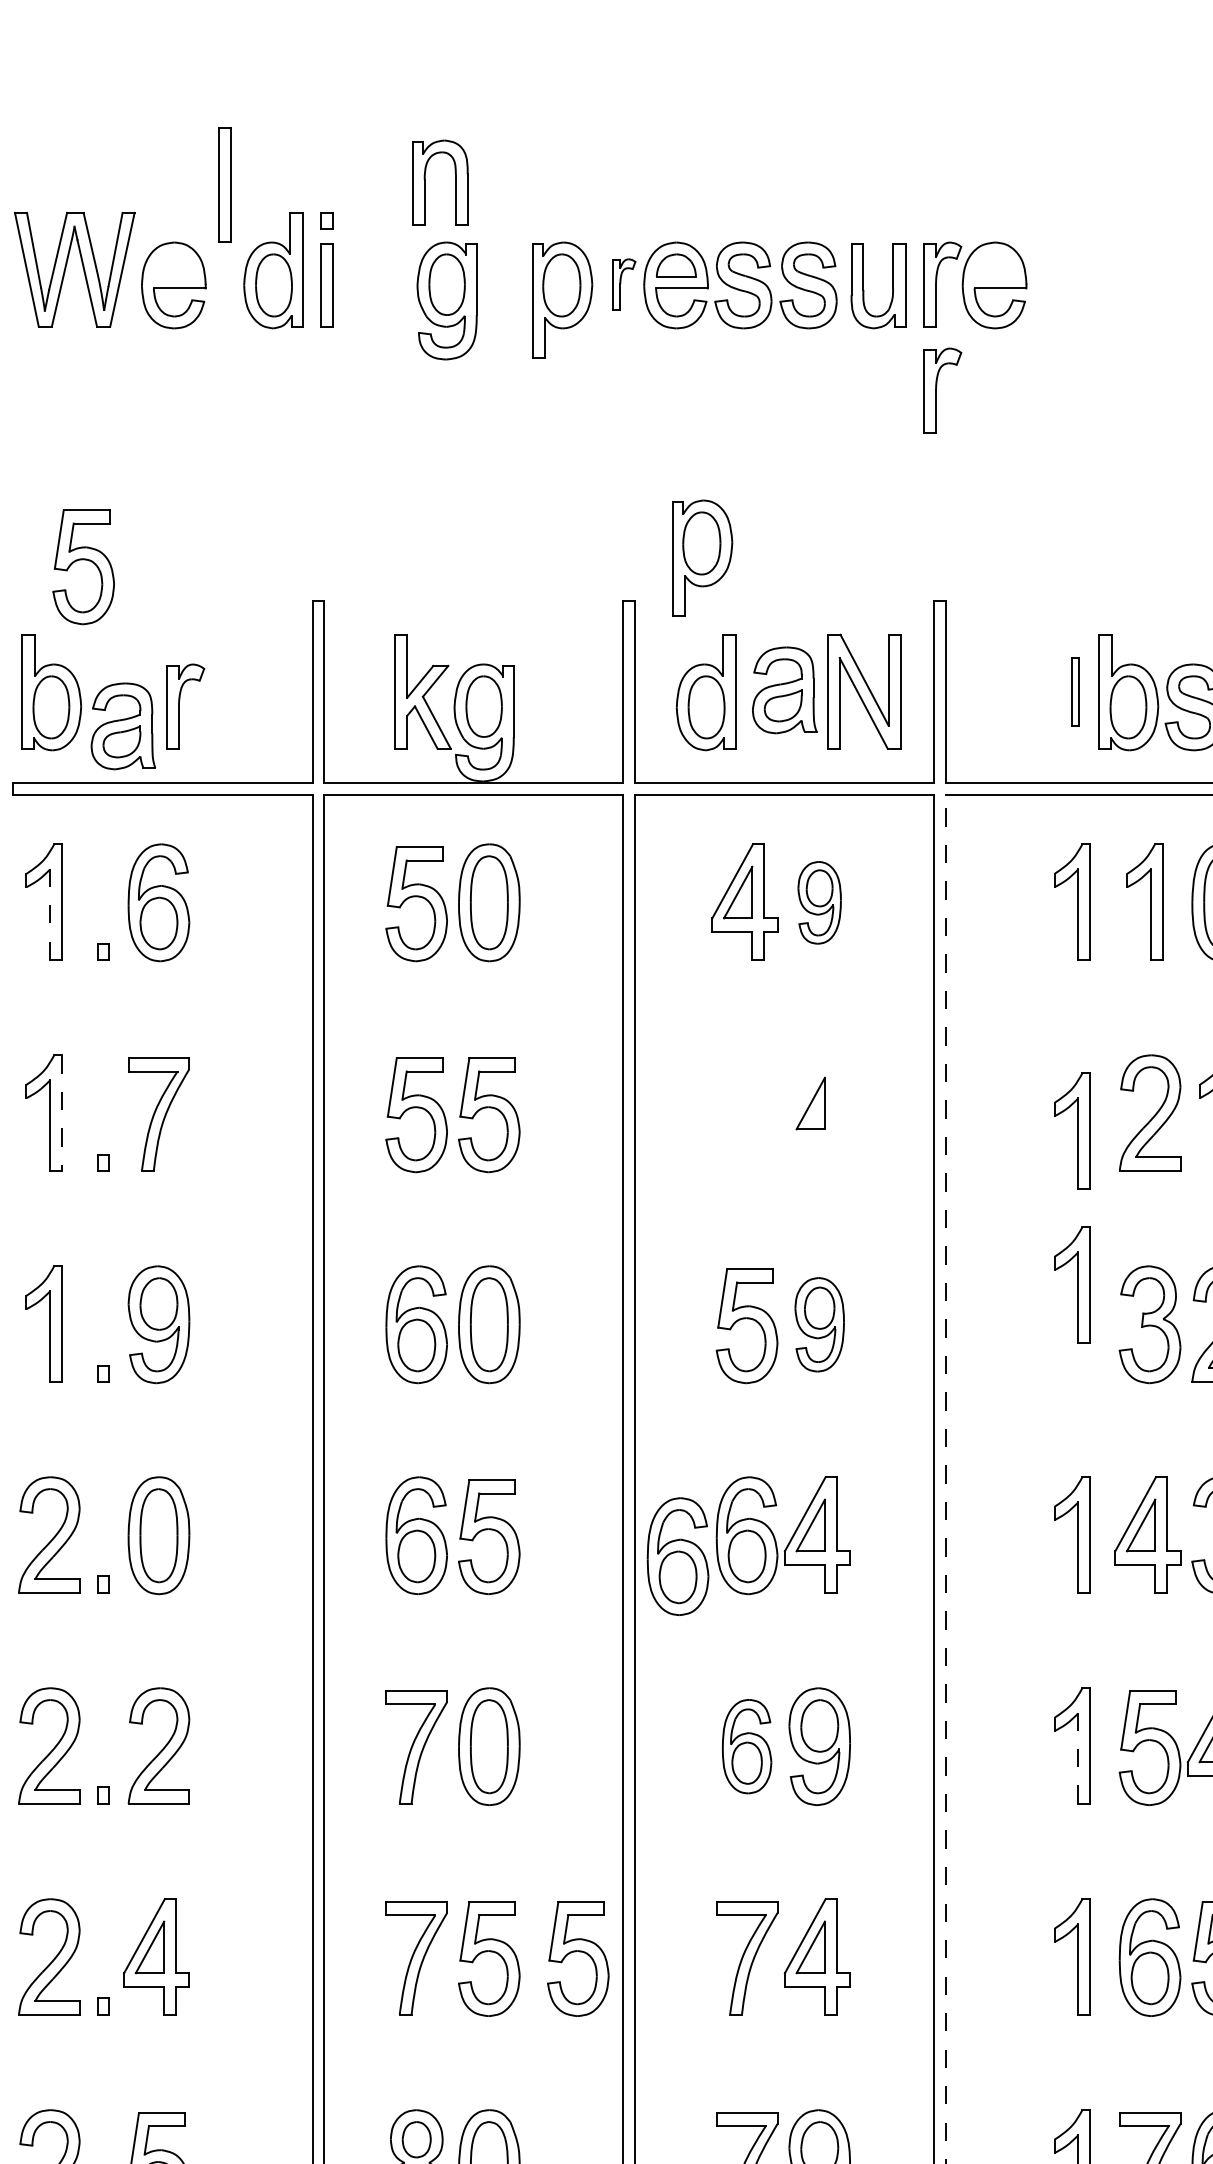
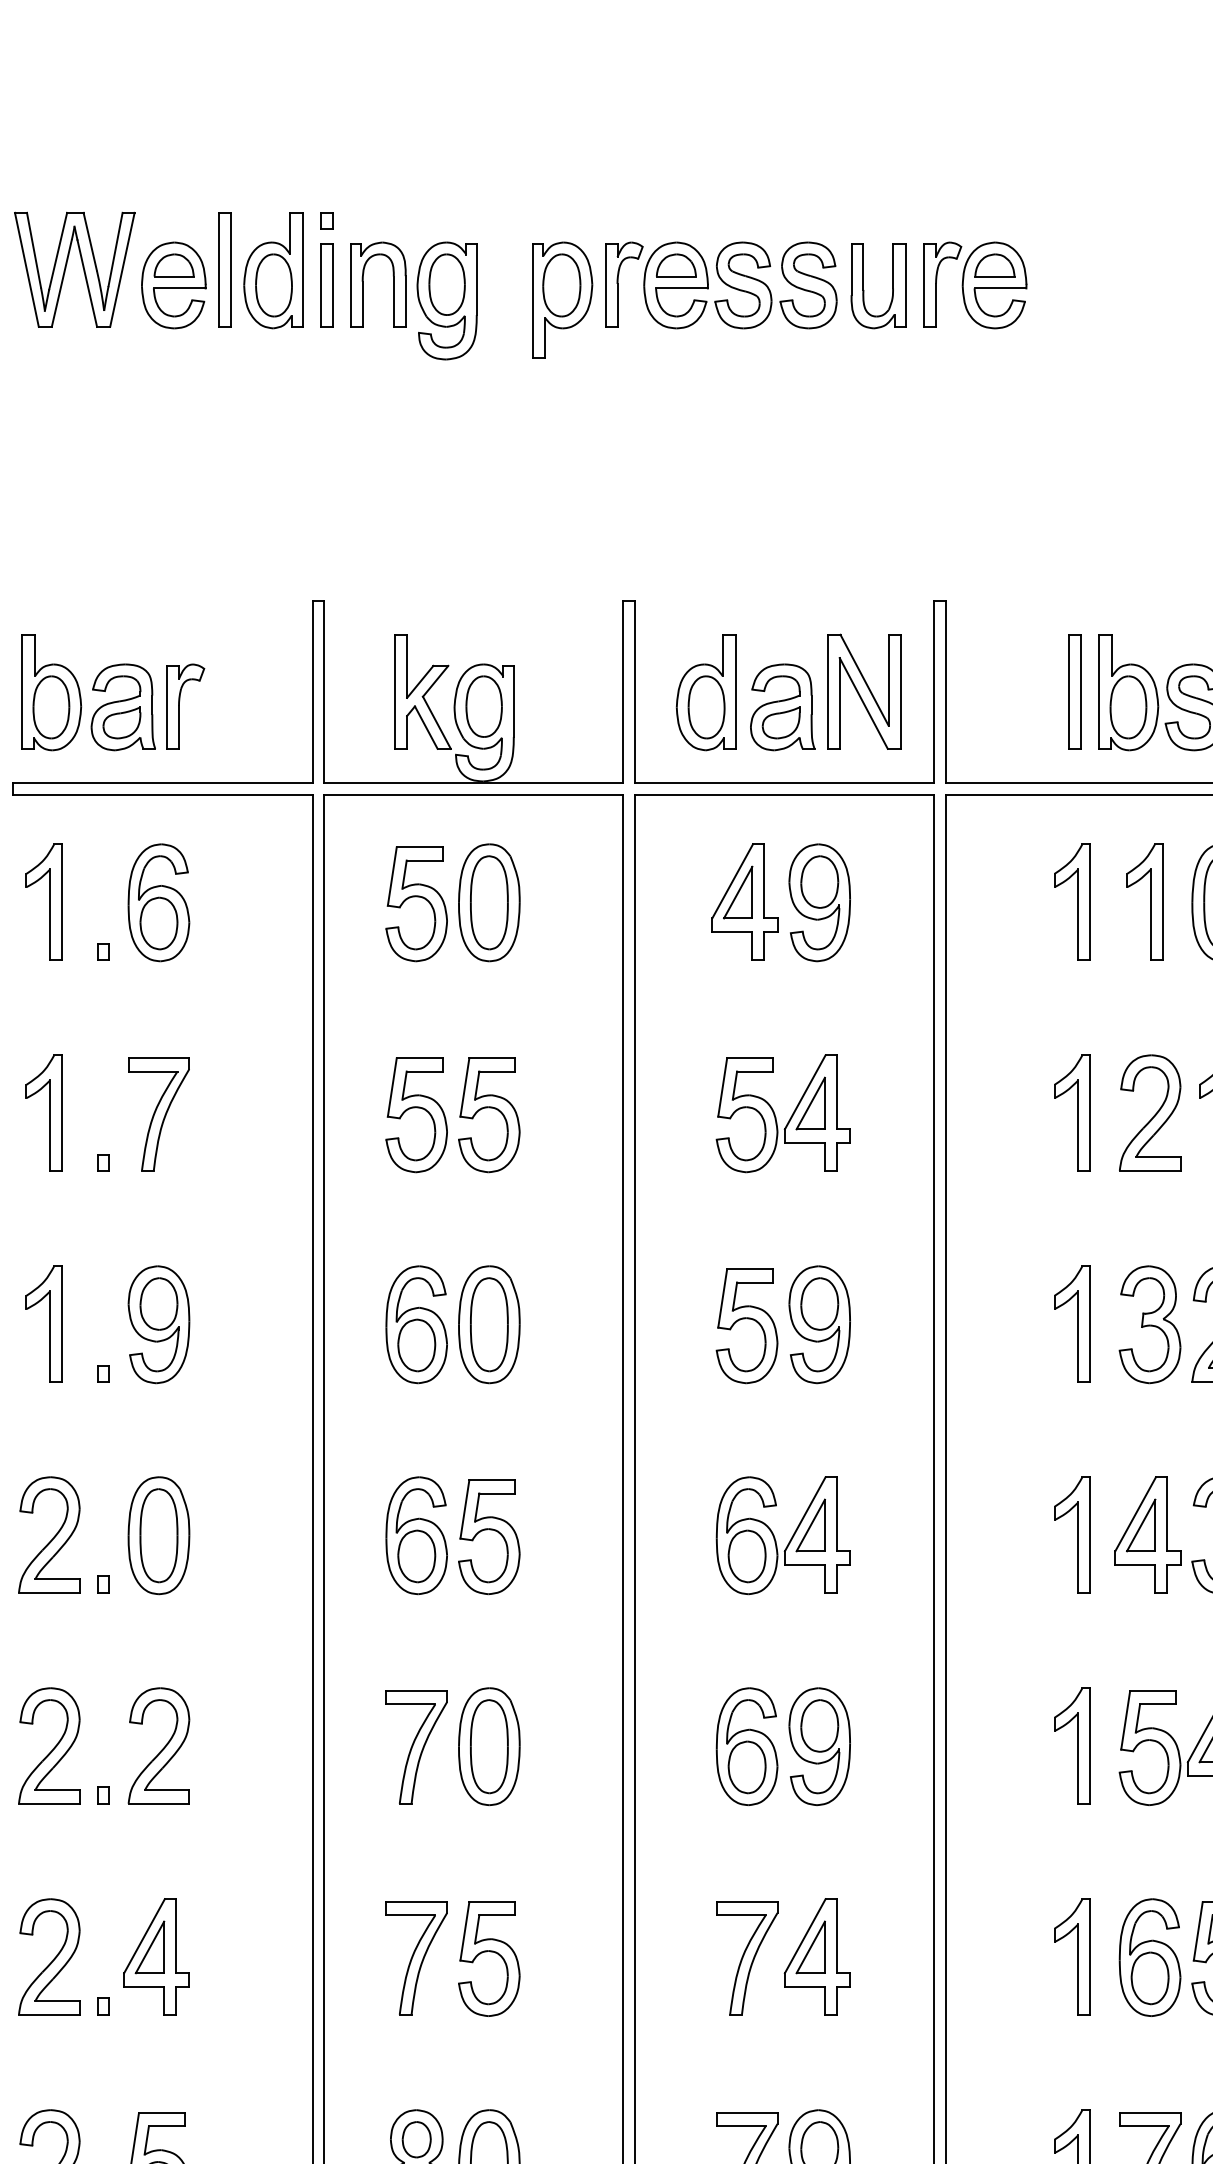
part at (425, 182) position: (425, 182) -> (363, 284)
part at (224, 184) position: (224, 184) -> (224, 269)
part at (173, 265): none -> present
part at (994, 265): none -> present
part at (624, 284) size: 25x53 px -> 39x87 px
part at (942, 390): present -> none
part at (702, 557): present -> none
part at (83, 560): present -> none
part at (784, 690) position: (784, 690) -> (782, 707)
part at (1075, 691) size: 9x70 px -> 14x116 px
part at (122, 726) position: (122, 726) -> (122, 707)
part at (819, 902) size: 45x84 px -> 63x120 px
line at (50, 914): dashed -> solid
line at (61, 1113): dashed -> solid
part at (775, 1114): none -> present
part at (1072, 1130) position: (1072, 1130) -> (1072, 1112)
part at (1072, 1284) position: (1072, 1284) -> (1072, 1323)
part at (819, 1324) size: 51x96 px -> 63x120 px
line at (945, 1478): dashed -> solid
part at (677, 1556): present -> none
part at (746, 1746) size: 52x96 px -> 64x119 px
line at (1078, 1758): dashed -> solid
part at (579, 1952): present -> none
